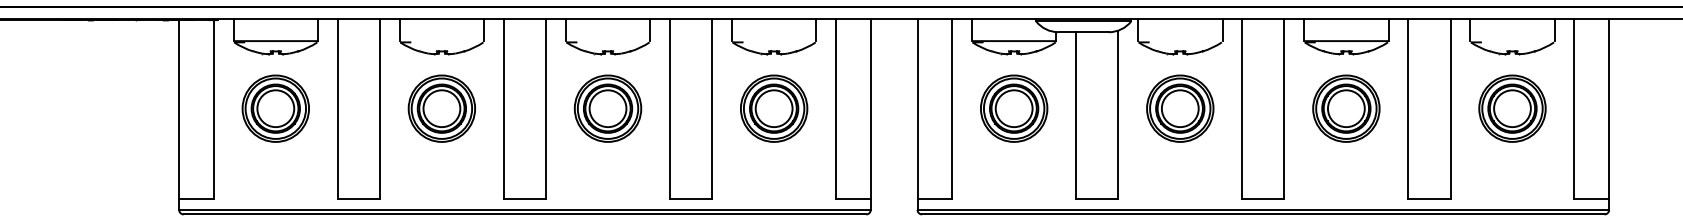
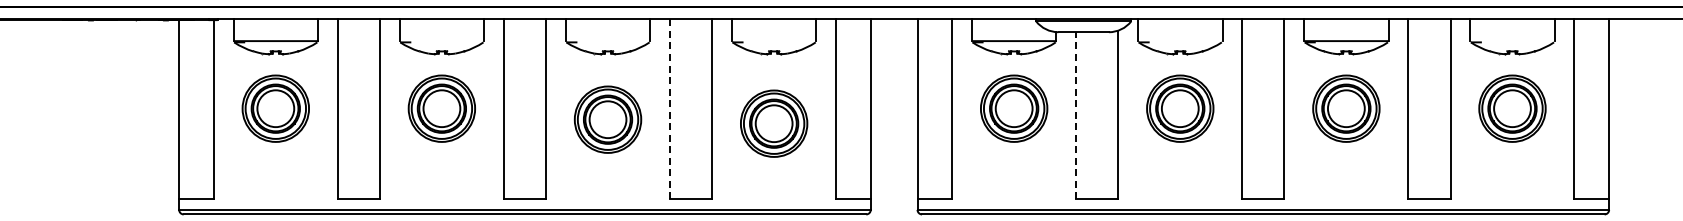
part at (607, 108) position: (607, 108) -> (607, 119)
line at (669, 108): solid -> dashed
part at (774, 108) position: (774, 108) -> (774, 123)
line at (1076, 115): solid -> dashed
